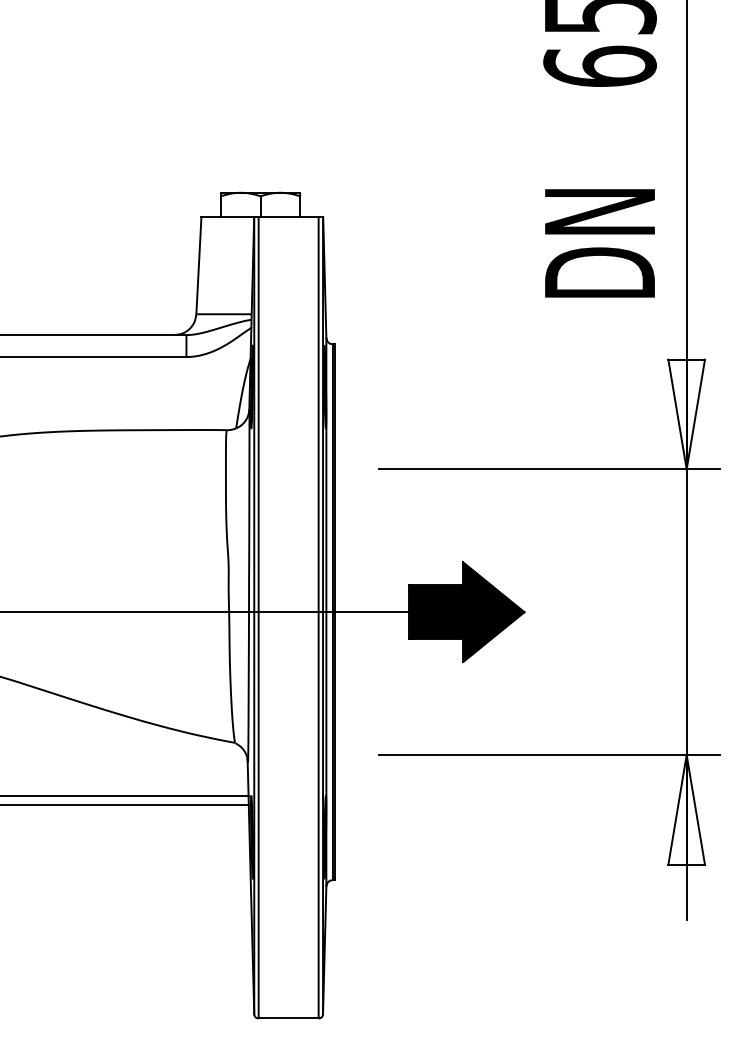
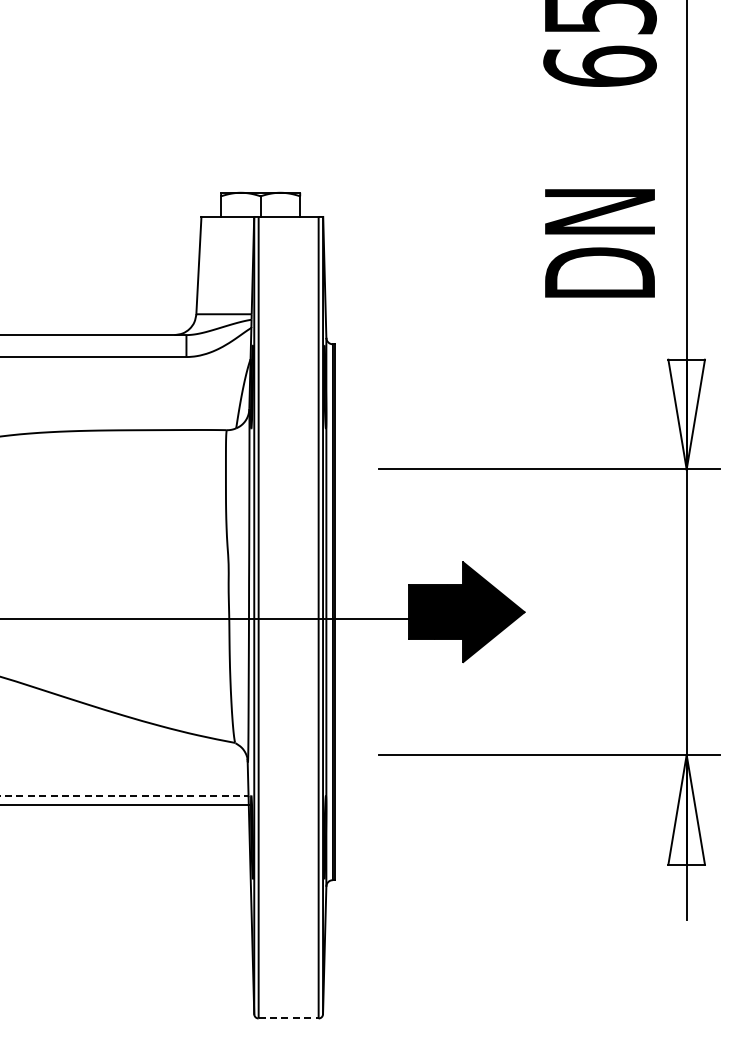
line at (214, 612) position: (214, 612) -> (214, 619)
line at (124, 796): solid -> dashed
line at (288, 1018): solid -> dashed
